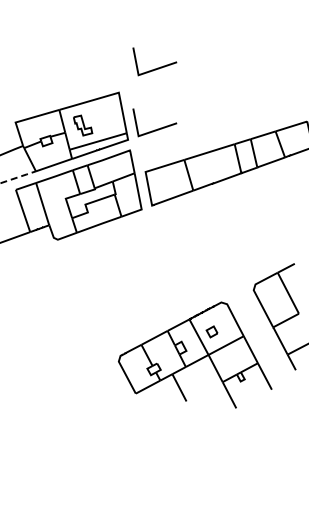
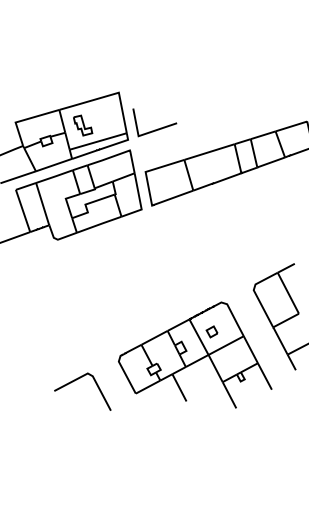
line at (157, 67): present -> none
line at (18, 177): dashed -> solid
curve at (76, 380): none -> present
